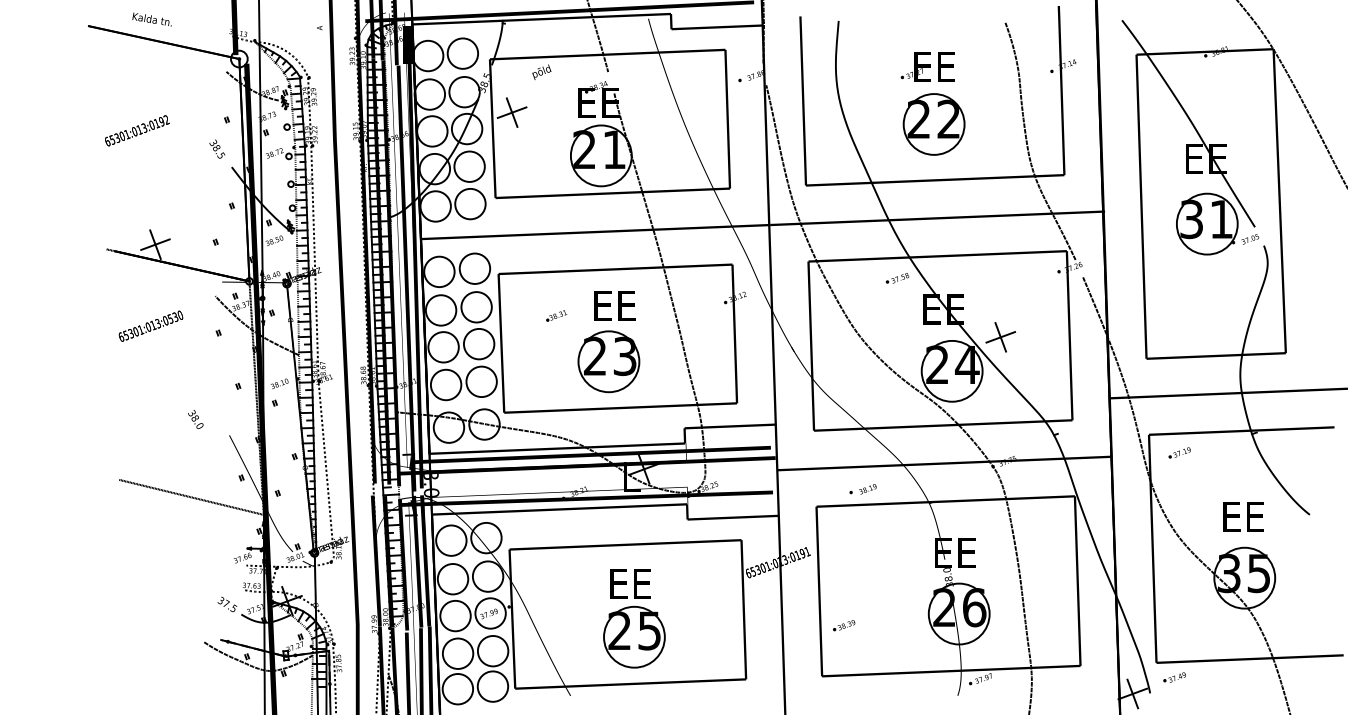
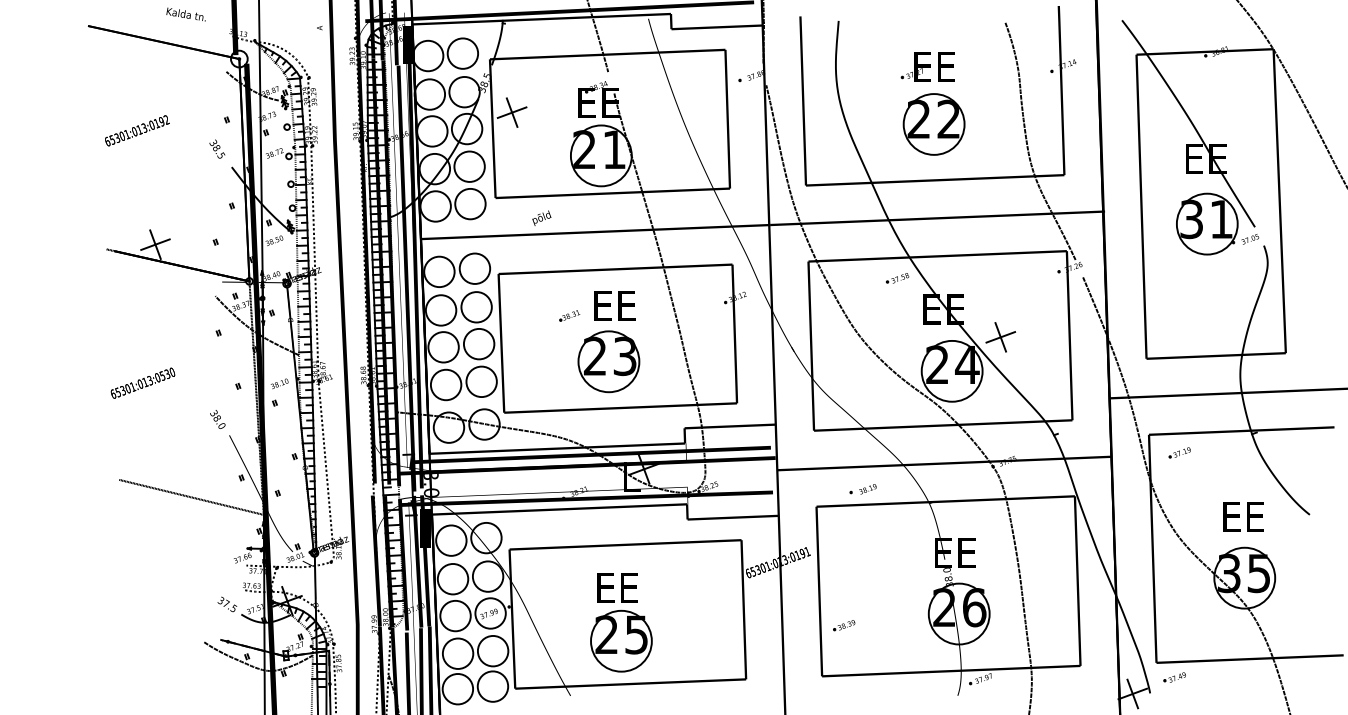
text at (151, 19) position: (151, 19) -> (185, 14)
text at (541, 71) position: (541, 71) -> (541, 217)
part at (556, 315) position: (556, 315) -> (569, 315)
text at (150, 325) position: (150, 325) -> (142, 382)
text at (195, 419) position: (195, 419) -> (217, 419)
fill at (425, 528): none -> present
part at (634, 618) position: (634, 618) -> (621, 622)
